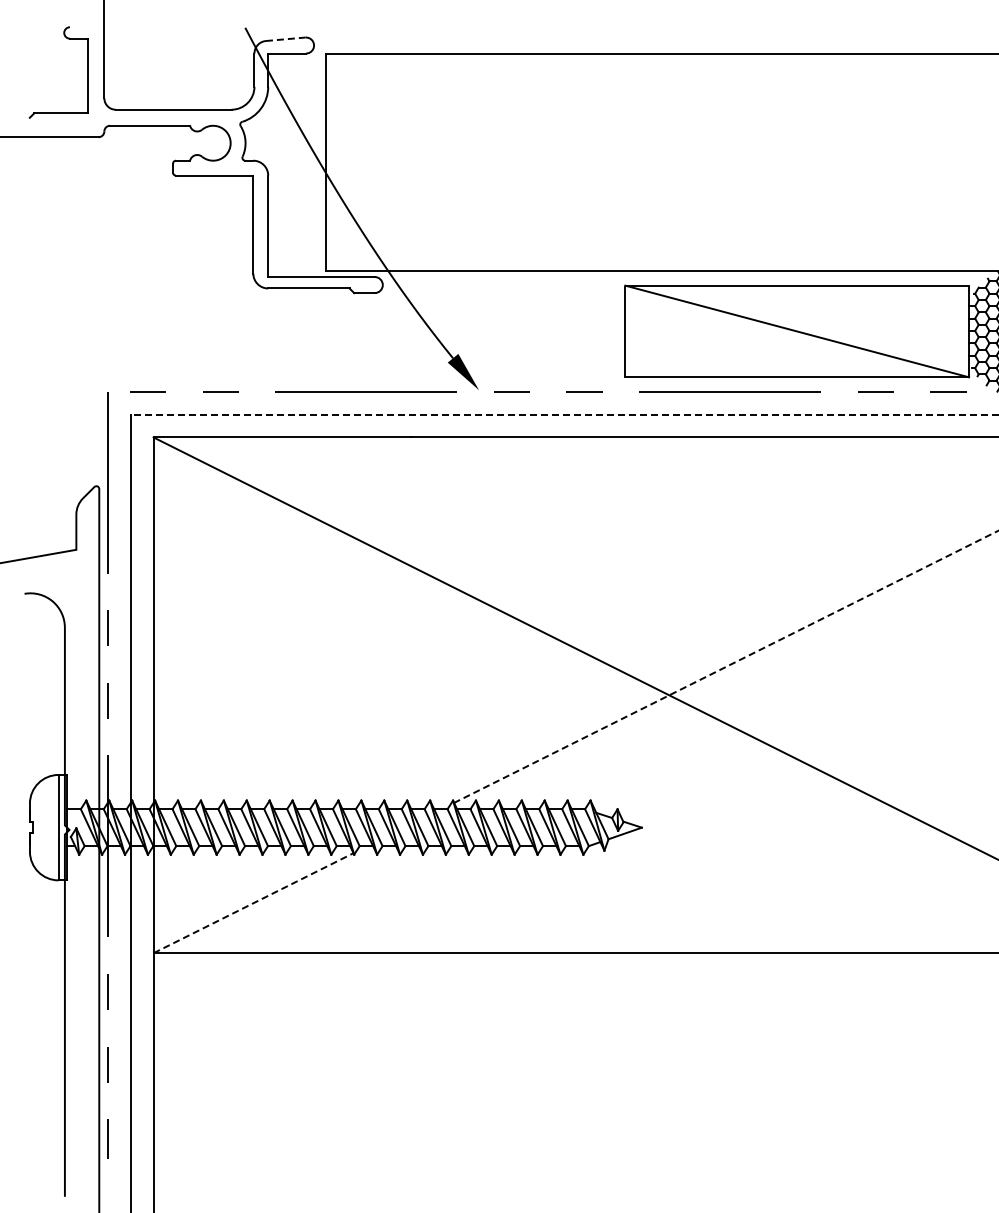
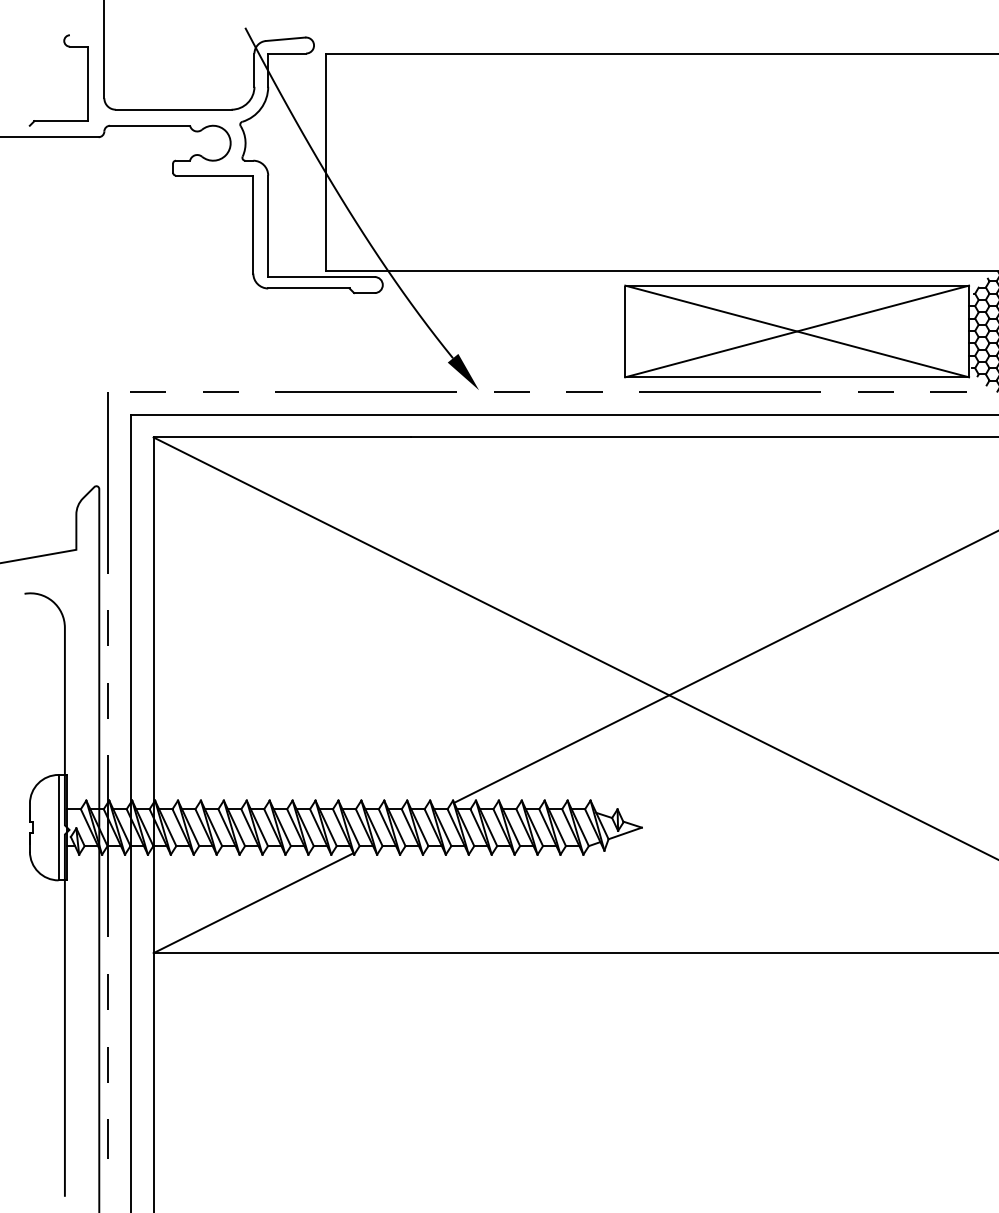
line at (285, 39): dashed -> solid
part at (87, 72) position: (87, 72) -> (87, 80)
line at (797, 331): none -> present
line at (564, 414): dashed -> solid
line at (726, 666): dashed -> solid
line at (253, 903): dashed -> solid
